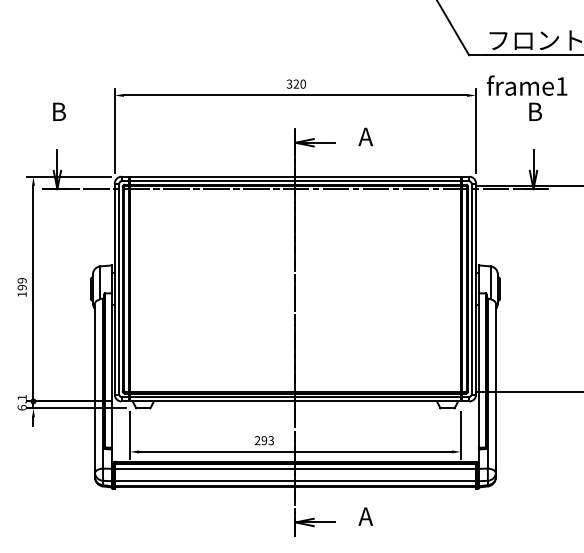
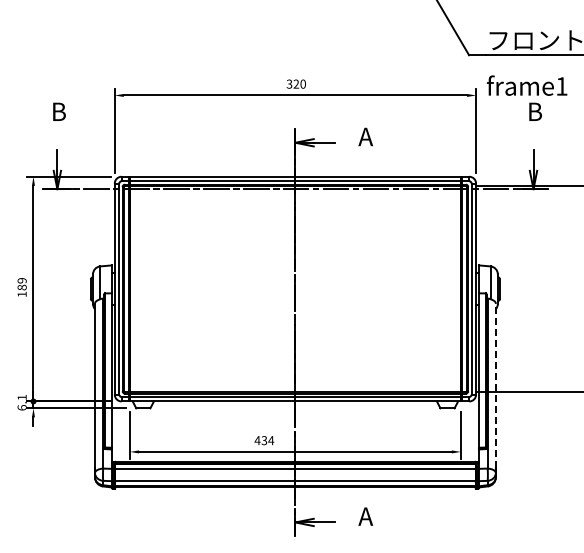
text at (21, 287): 199 -> 189
line at (495, 385): solid -> dashed
text at (264, 440): 293 -> 434
